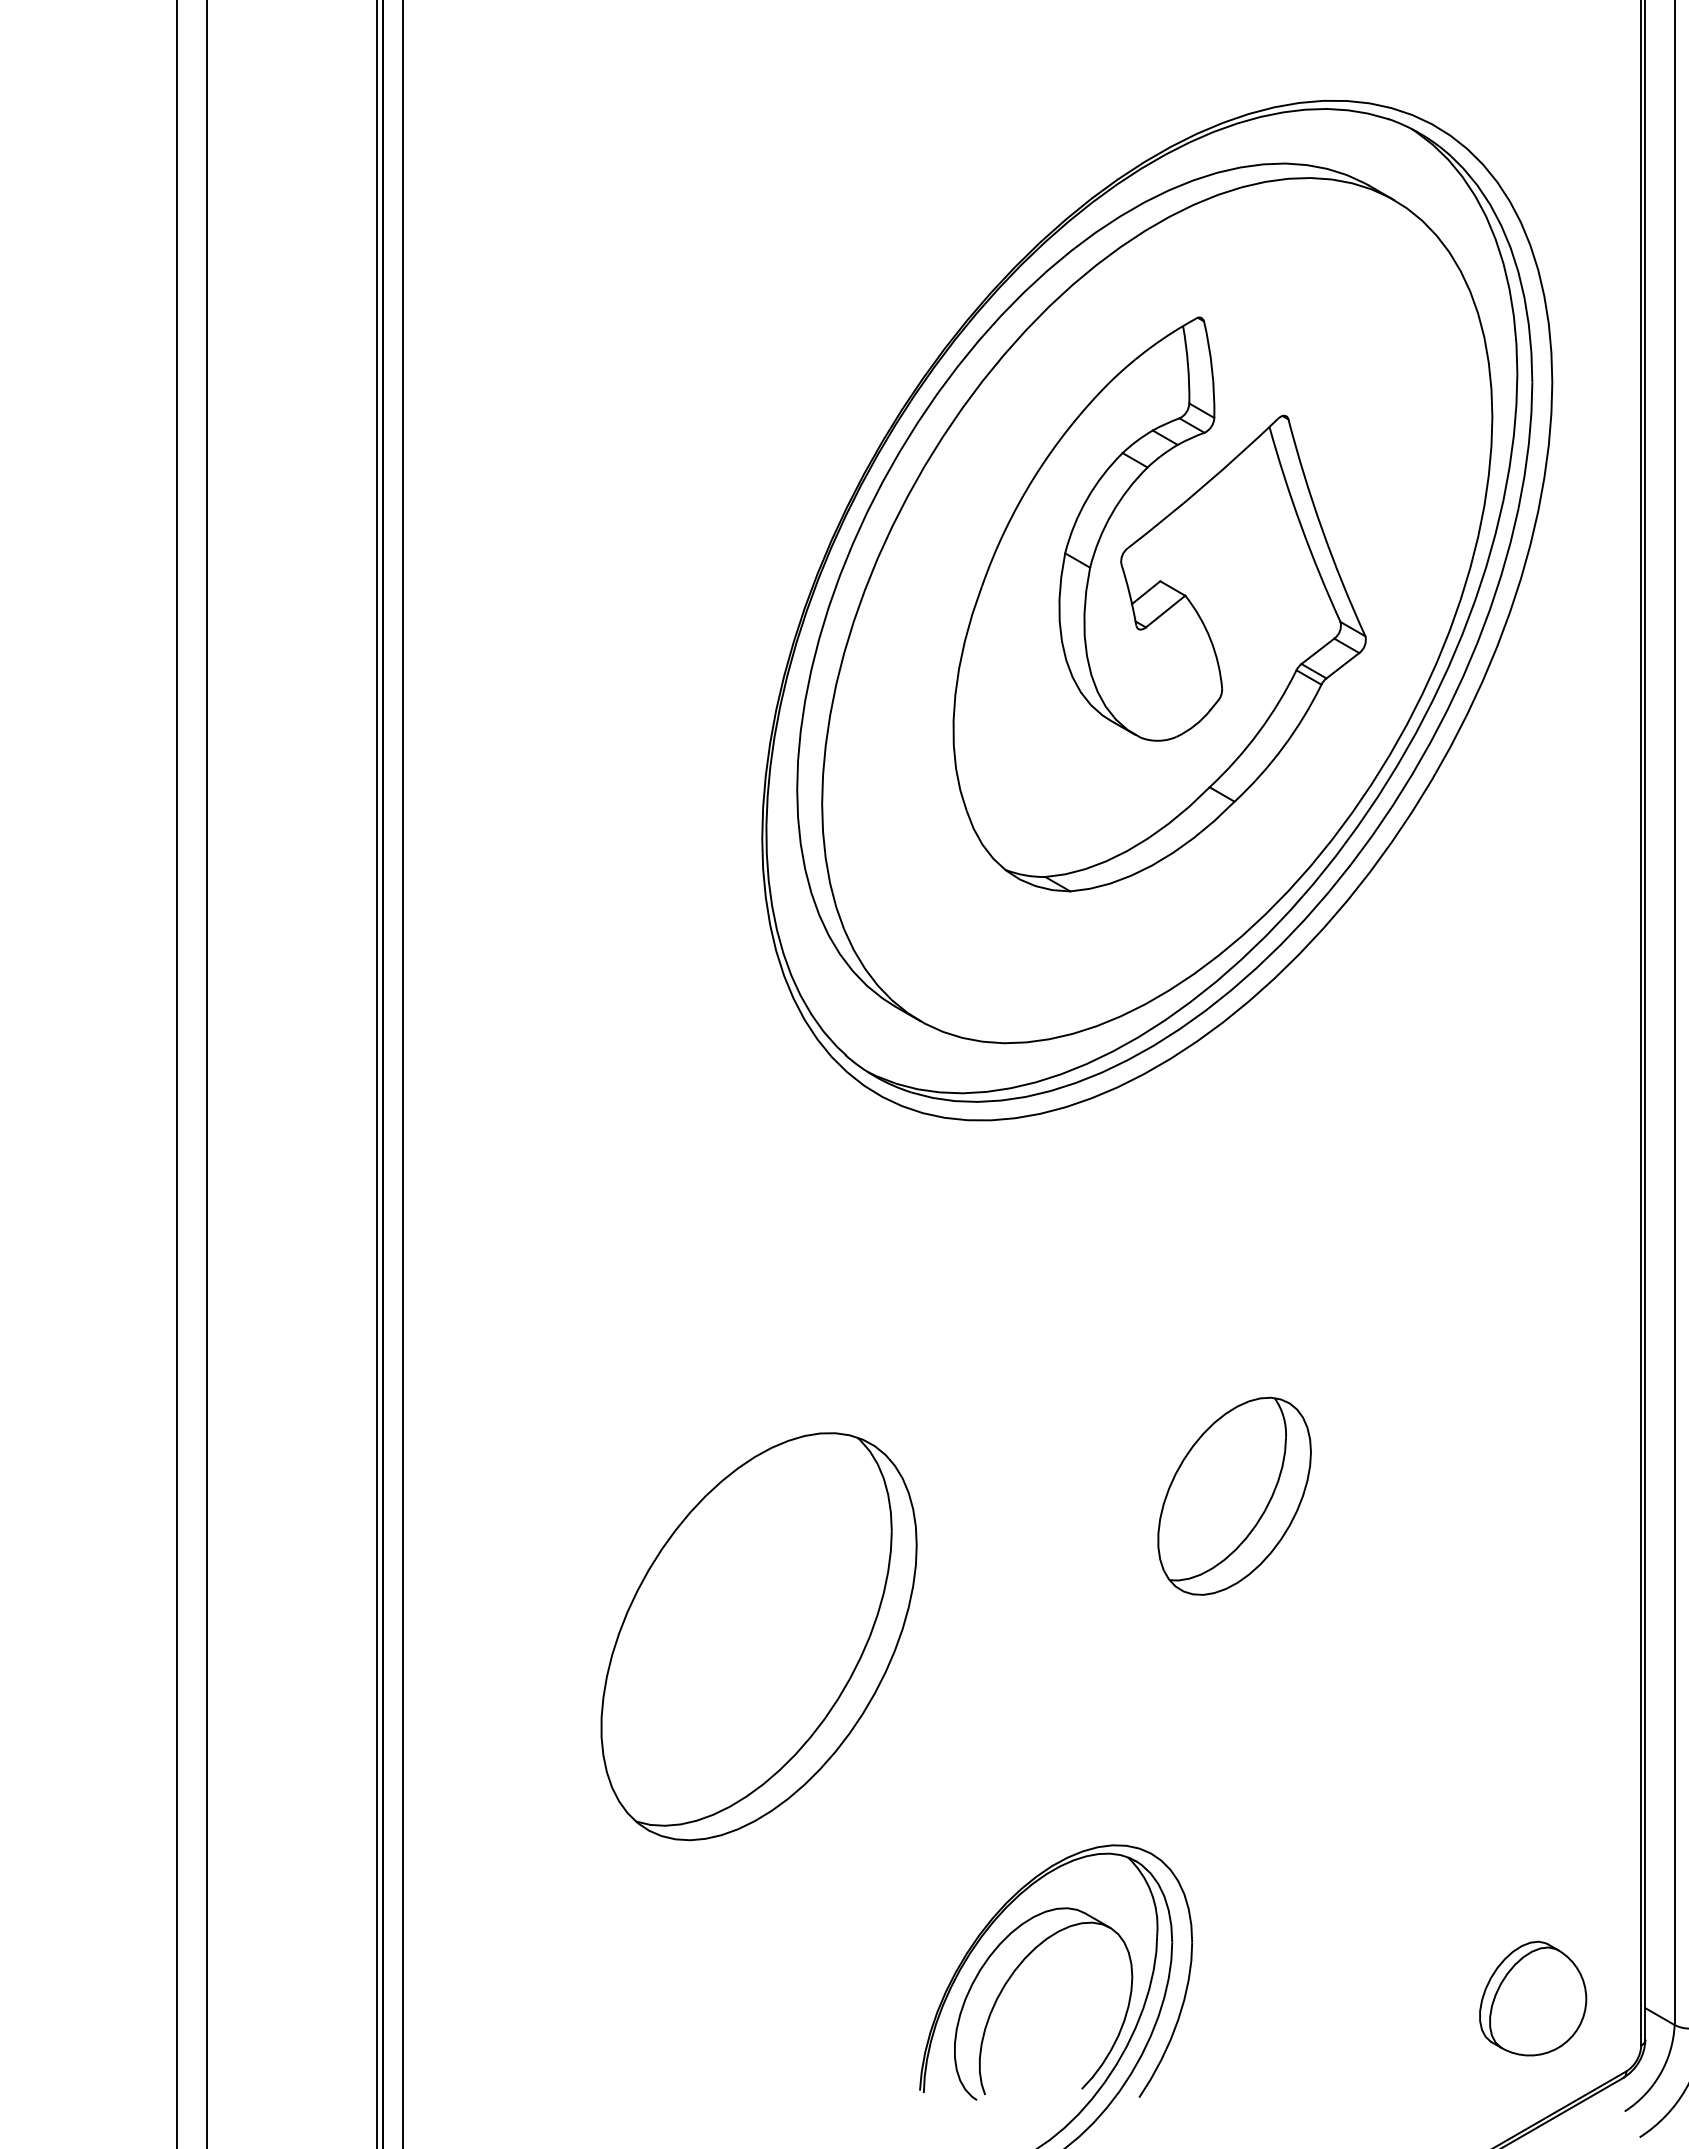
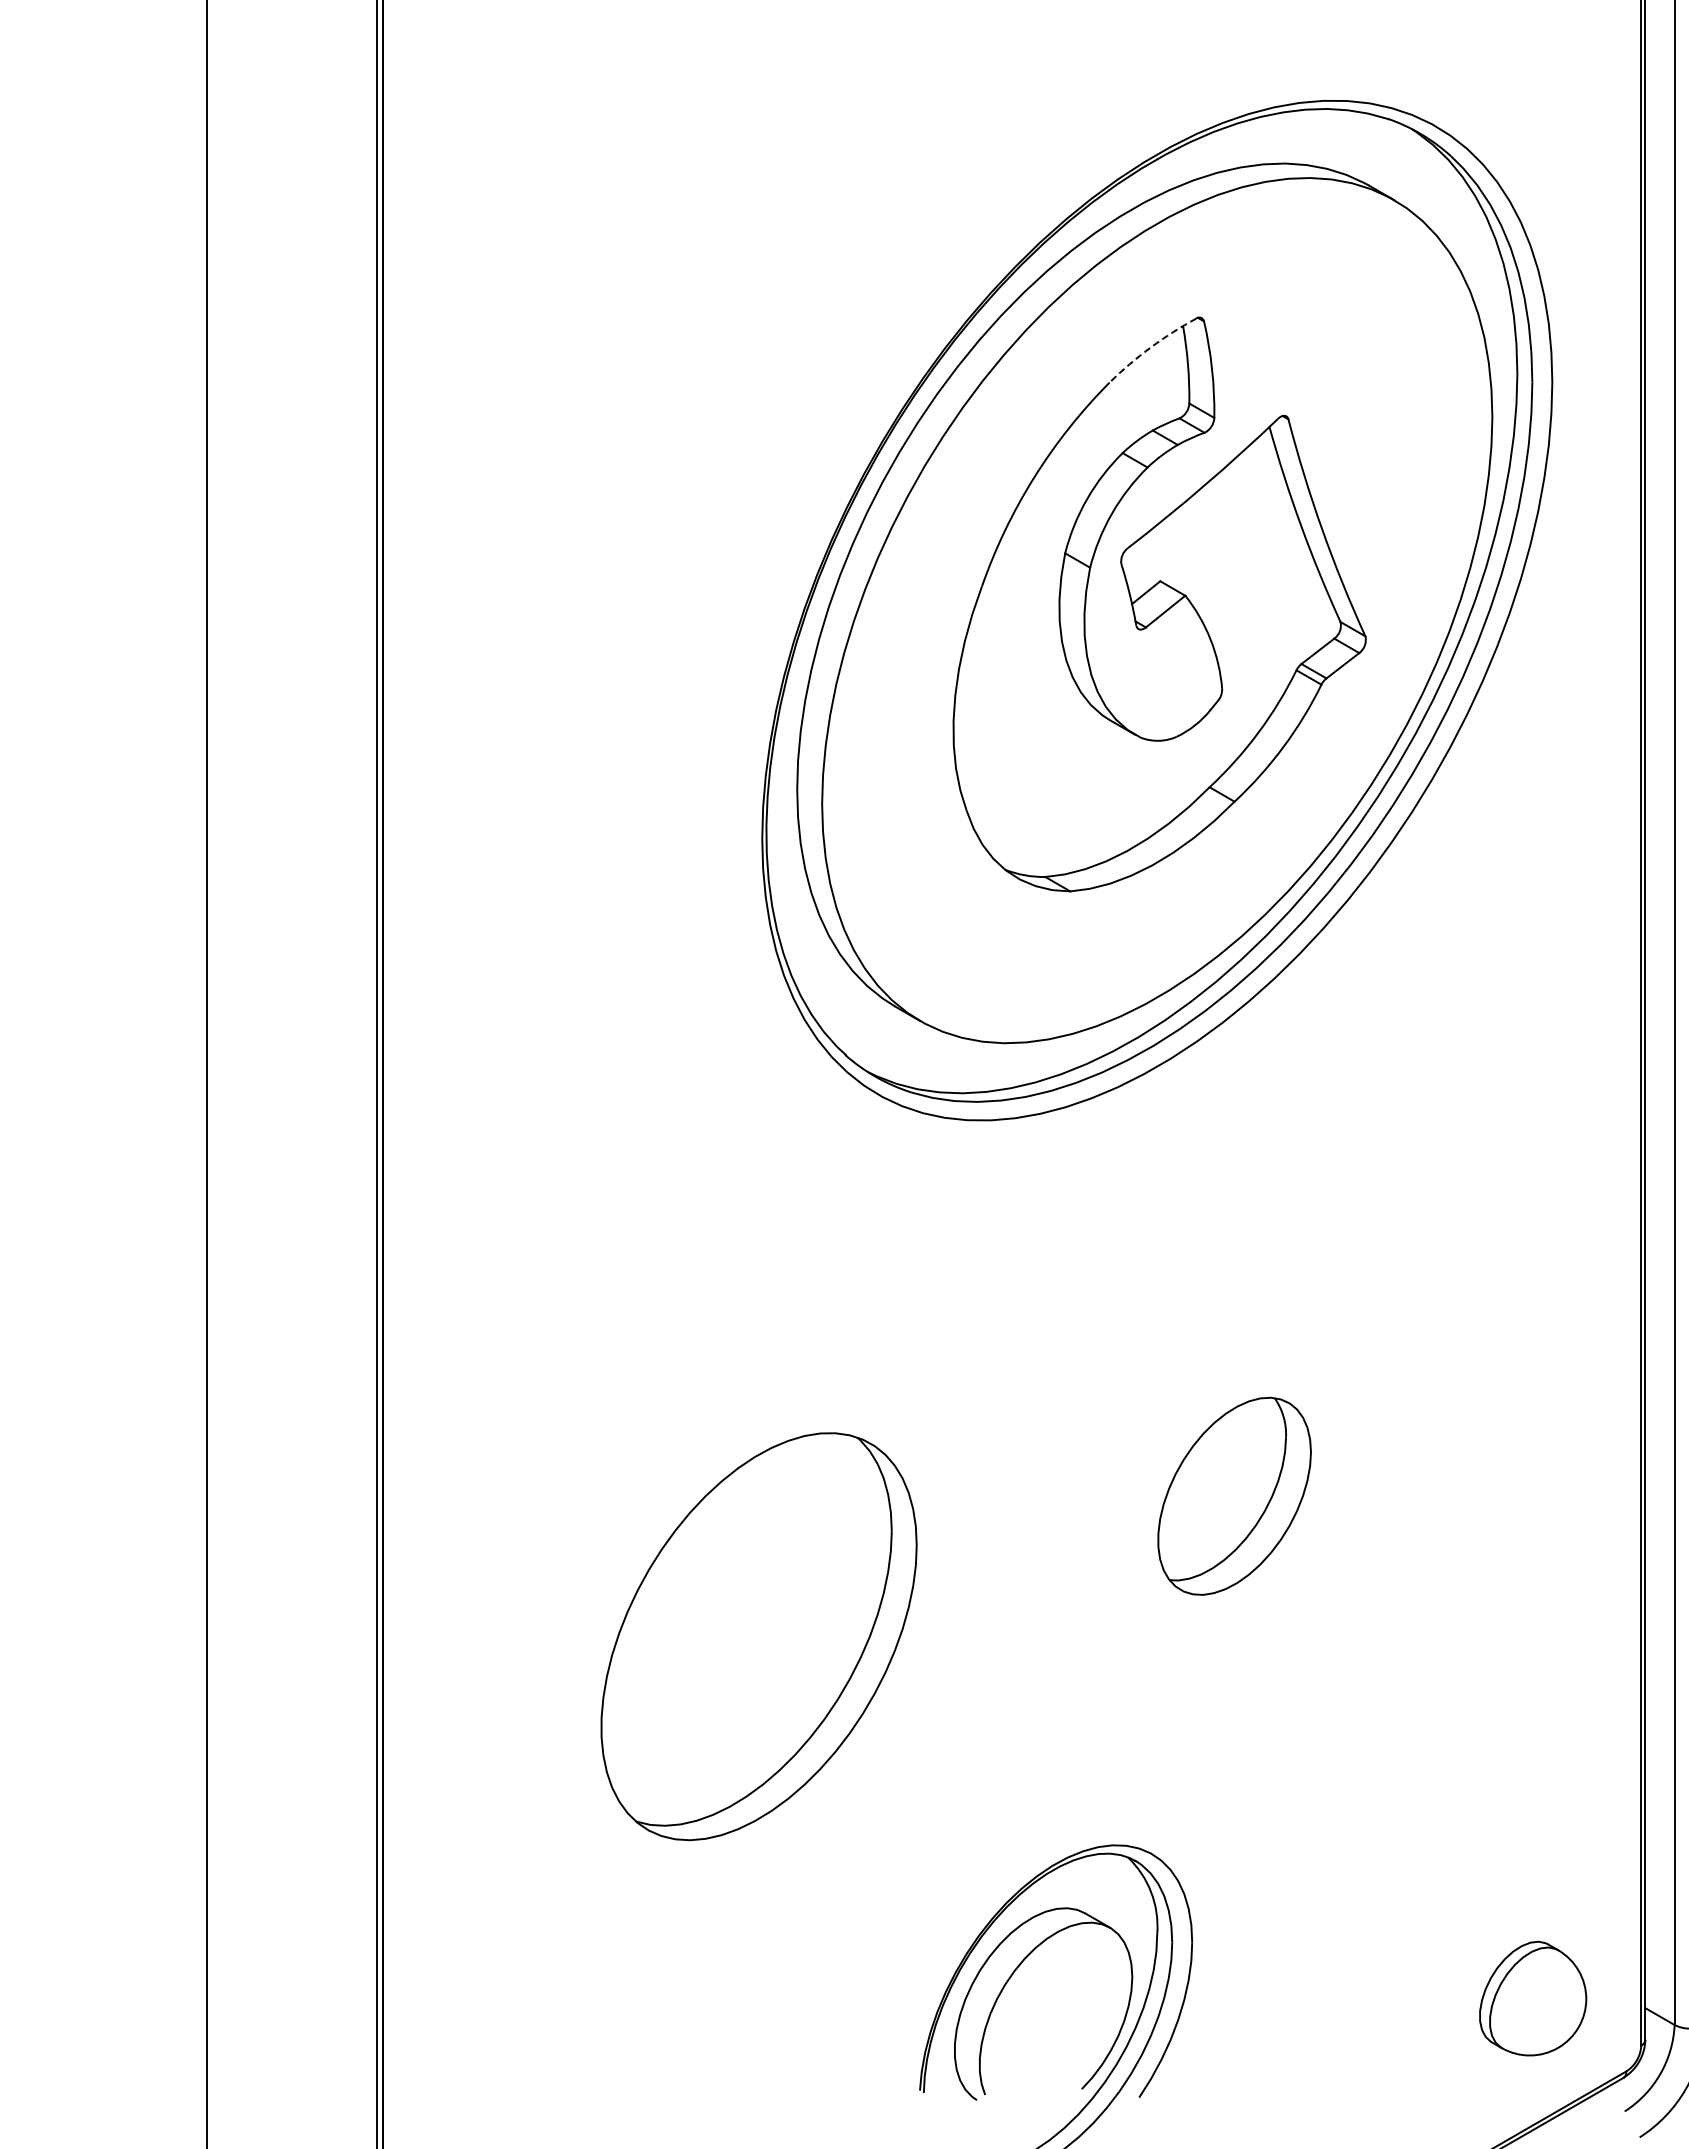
arc at (1150, 347): solid -> dashed
line at (177, 1073): present -> none
line at (403, 1073): present -> none
